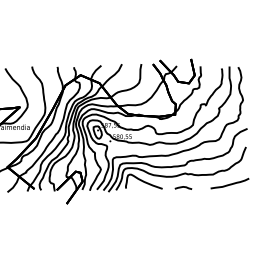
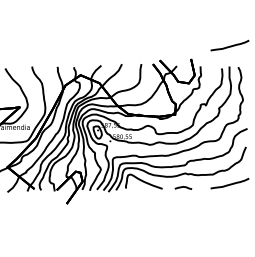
curve at (229, 45): none -> present
